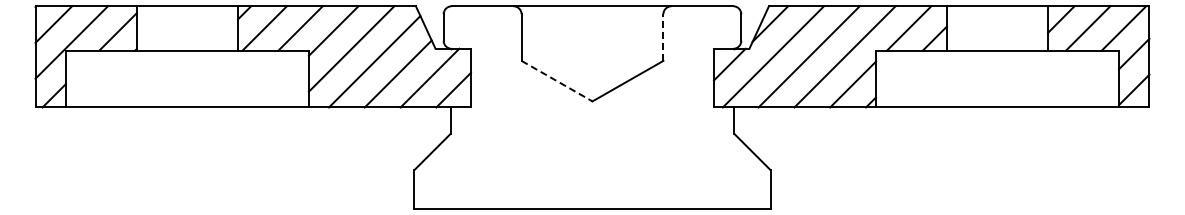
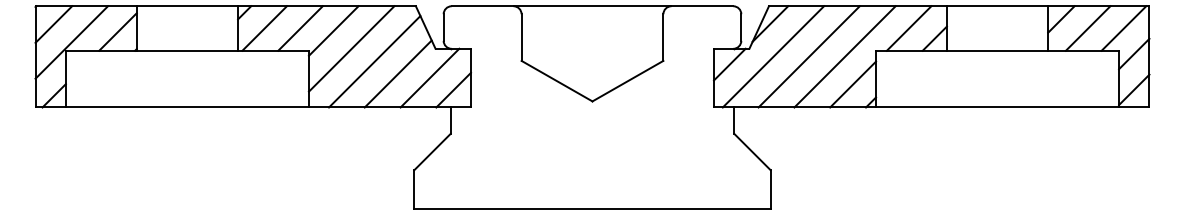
line at (663, 37): dashed -> solid
line at (557, 81): dashed -> solid
